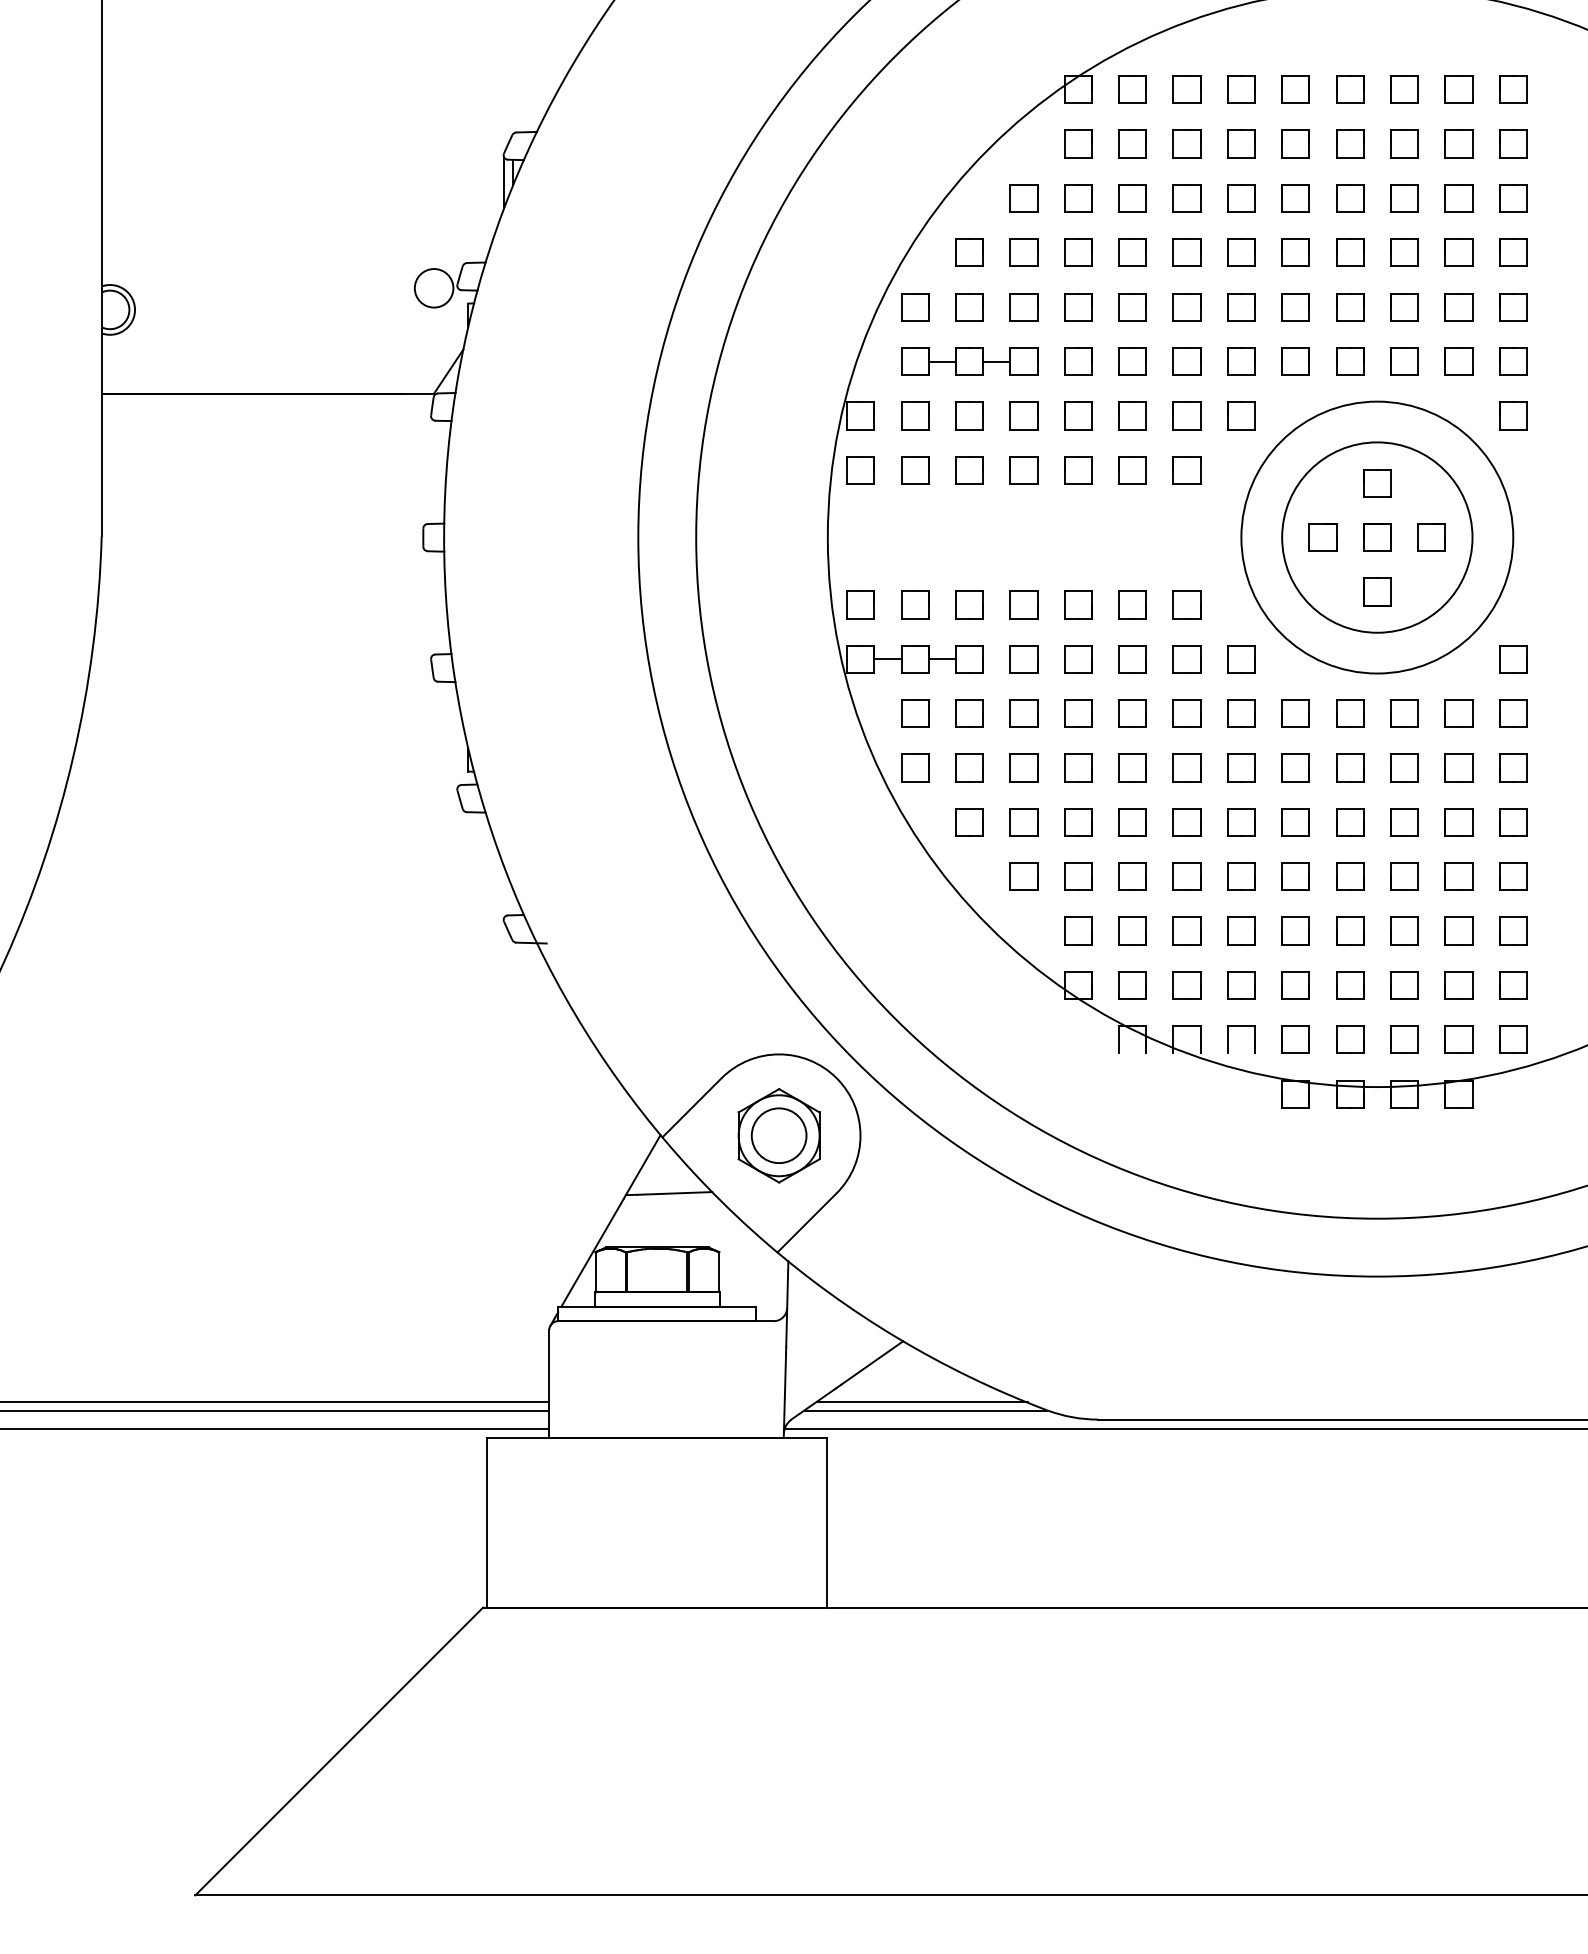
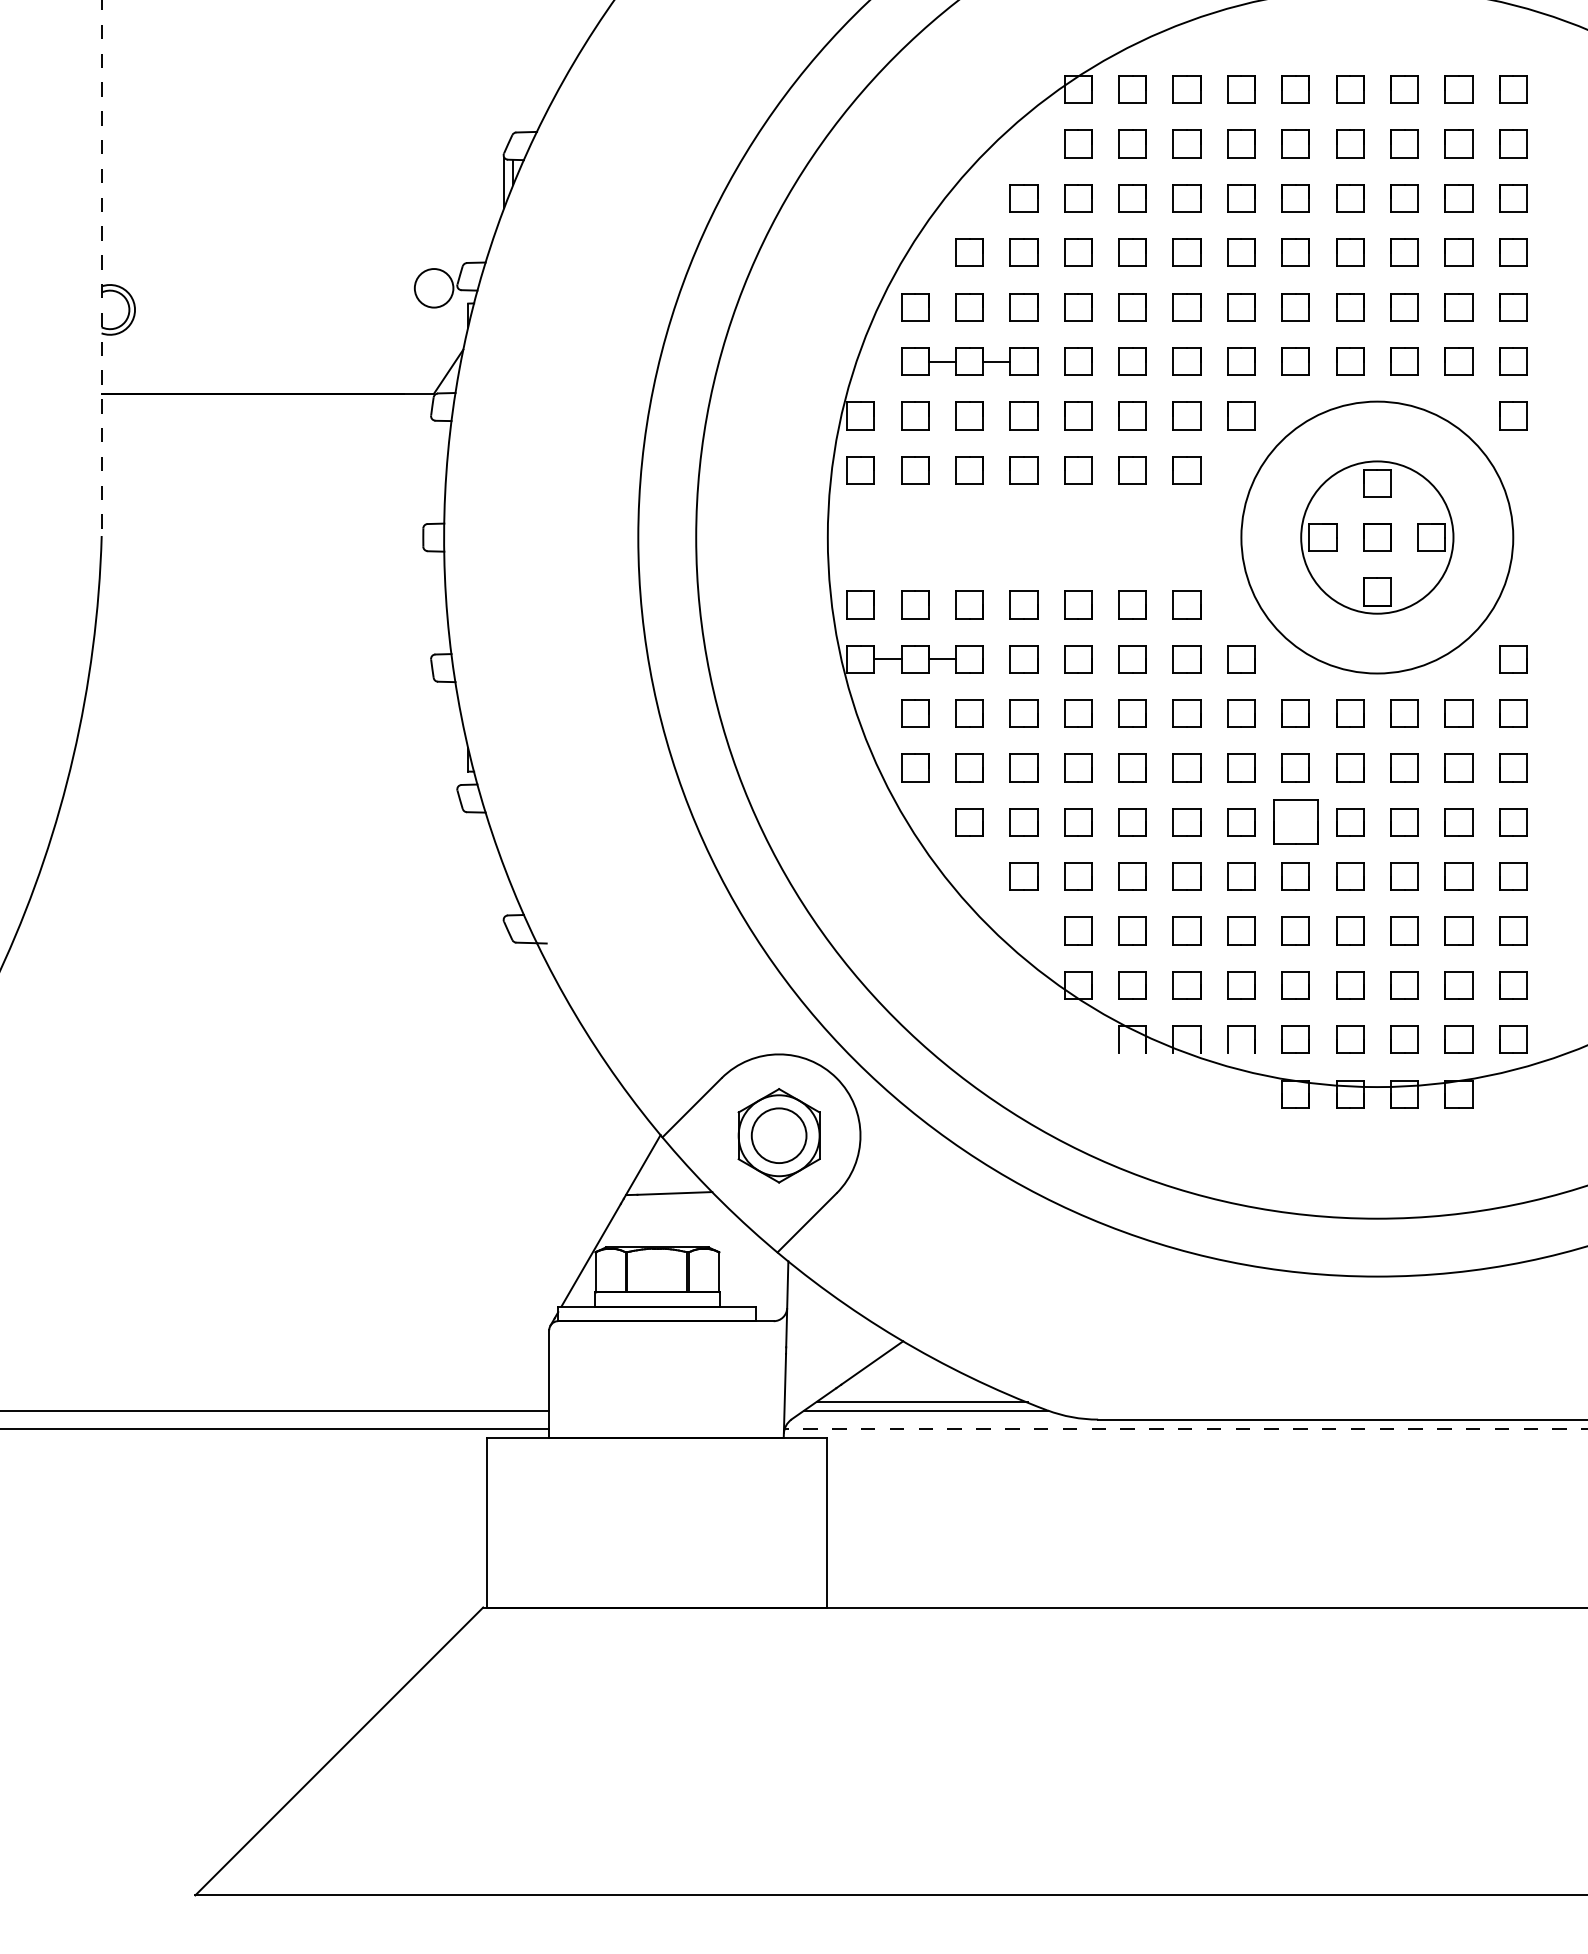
line at (101, 268): solid -> dashed
circle at (1377, 537) diameter: 190 px -> 152 px
part at (1295, 822) size: 29x29 px -> 46x46 px
line at (275, 1401): present -> none
line at (1185, 1428): solid -> dashed
